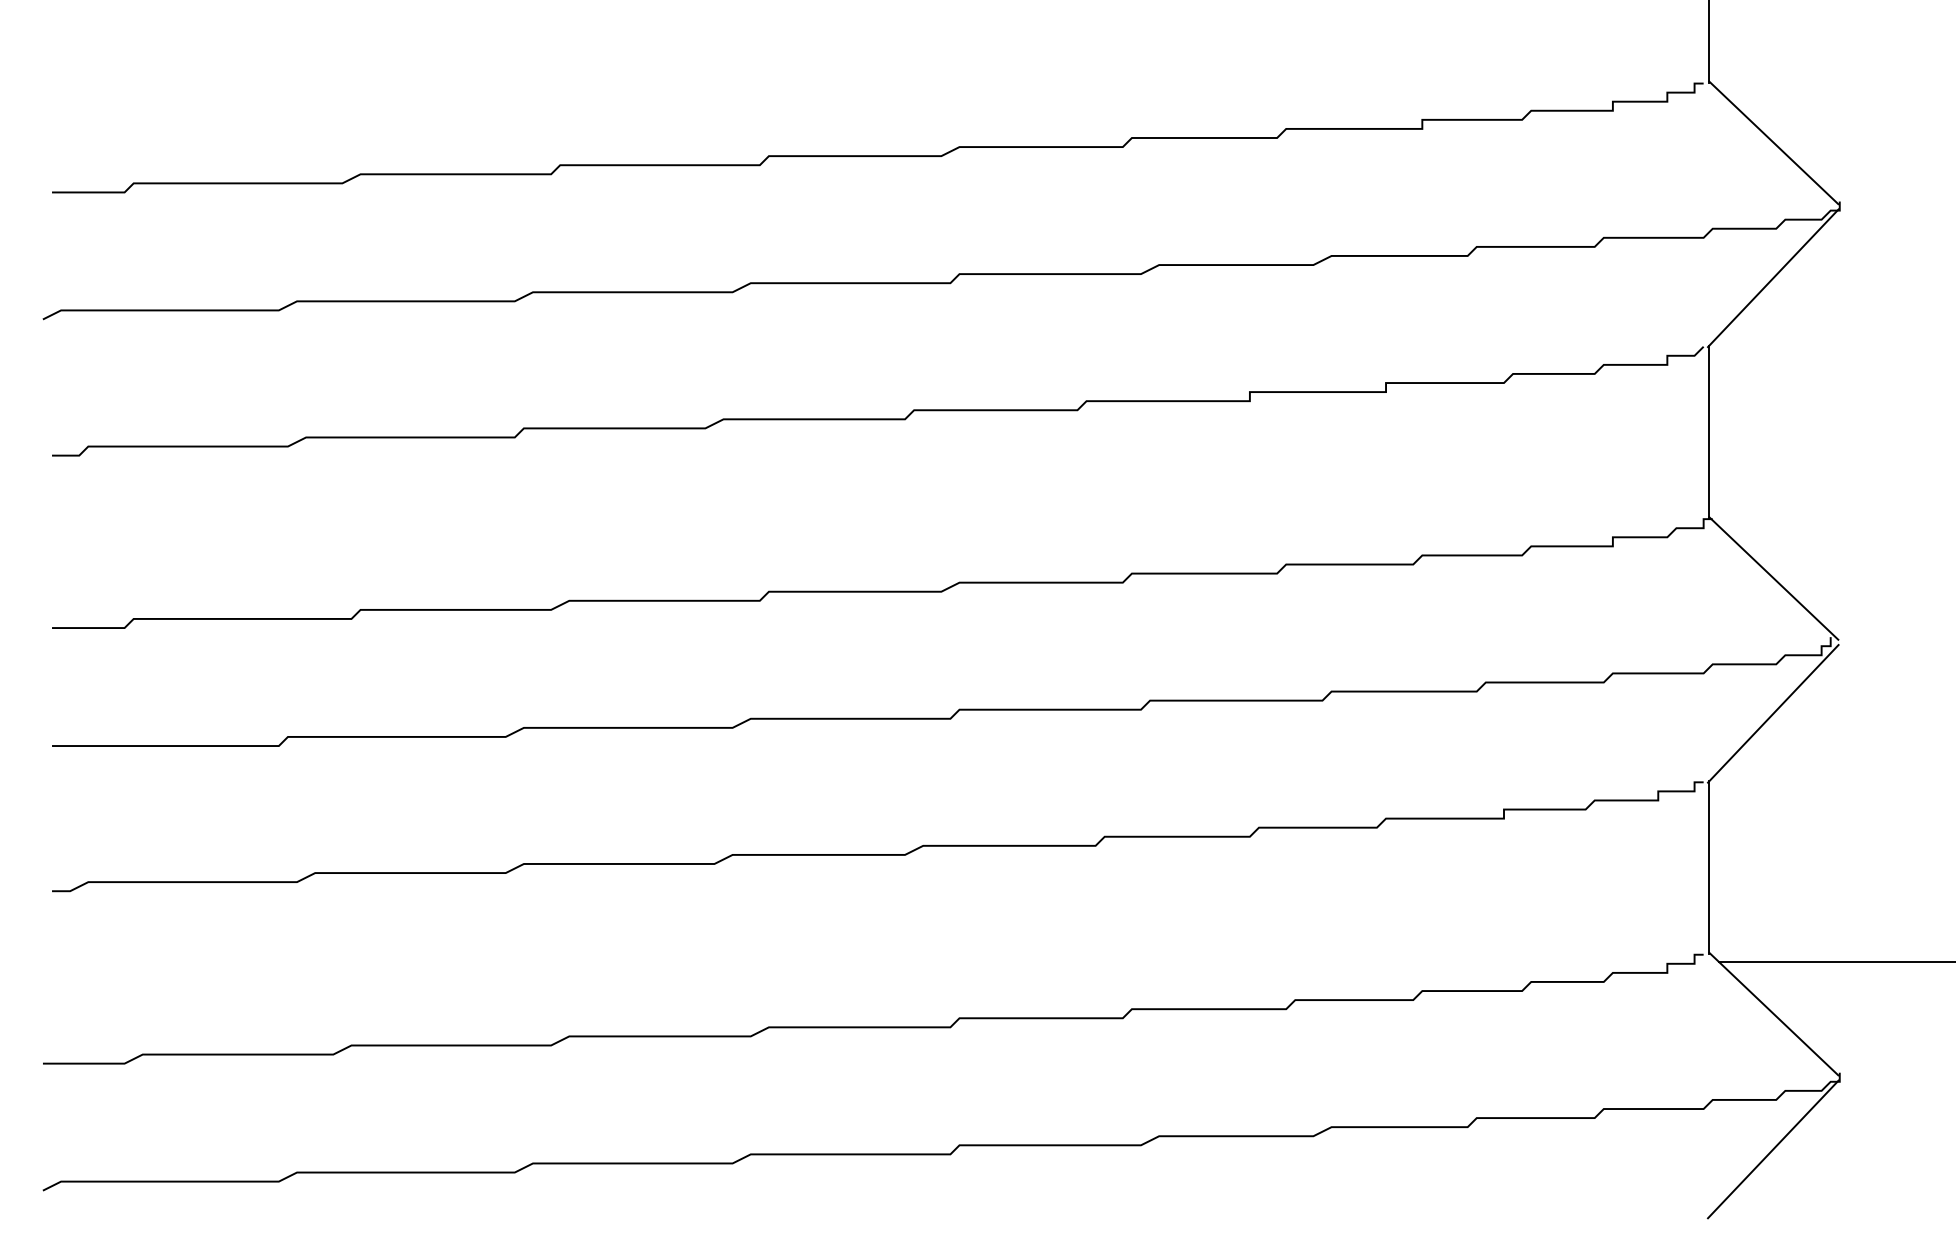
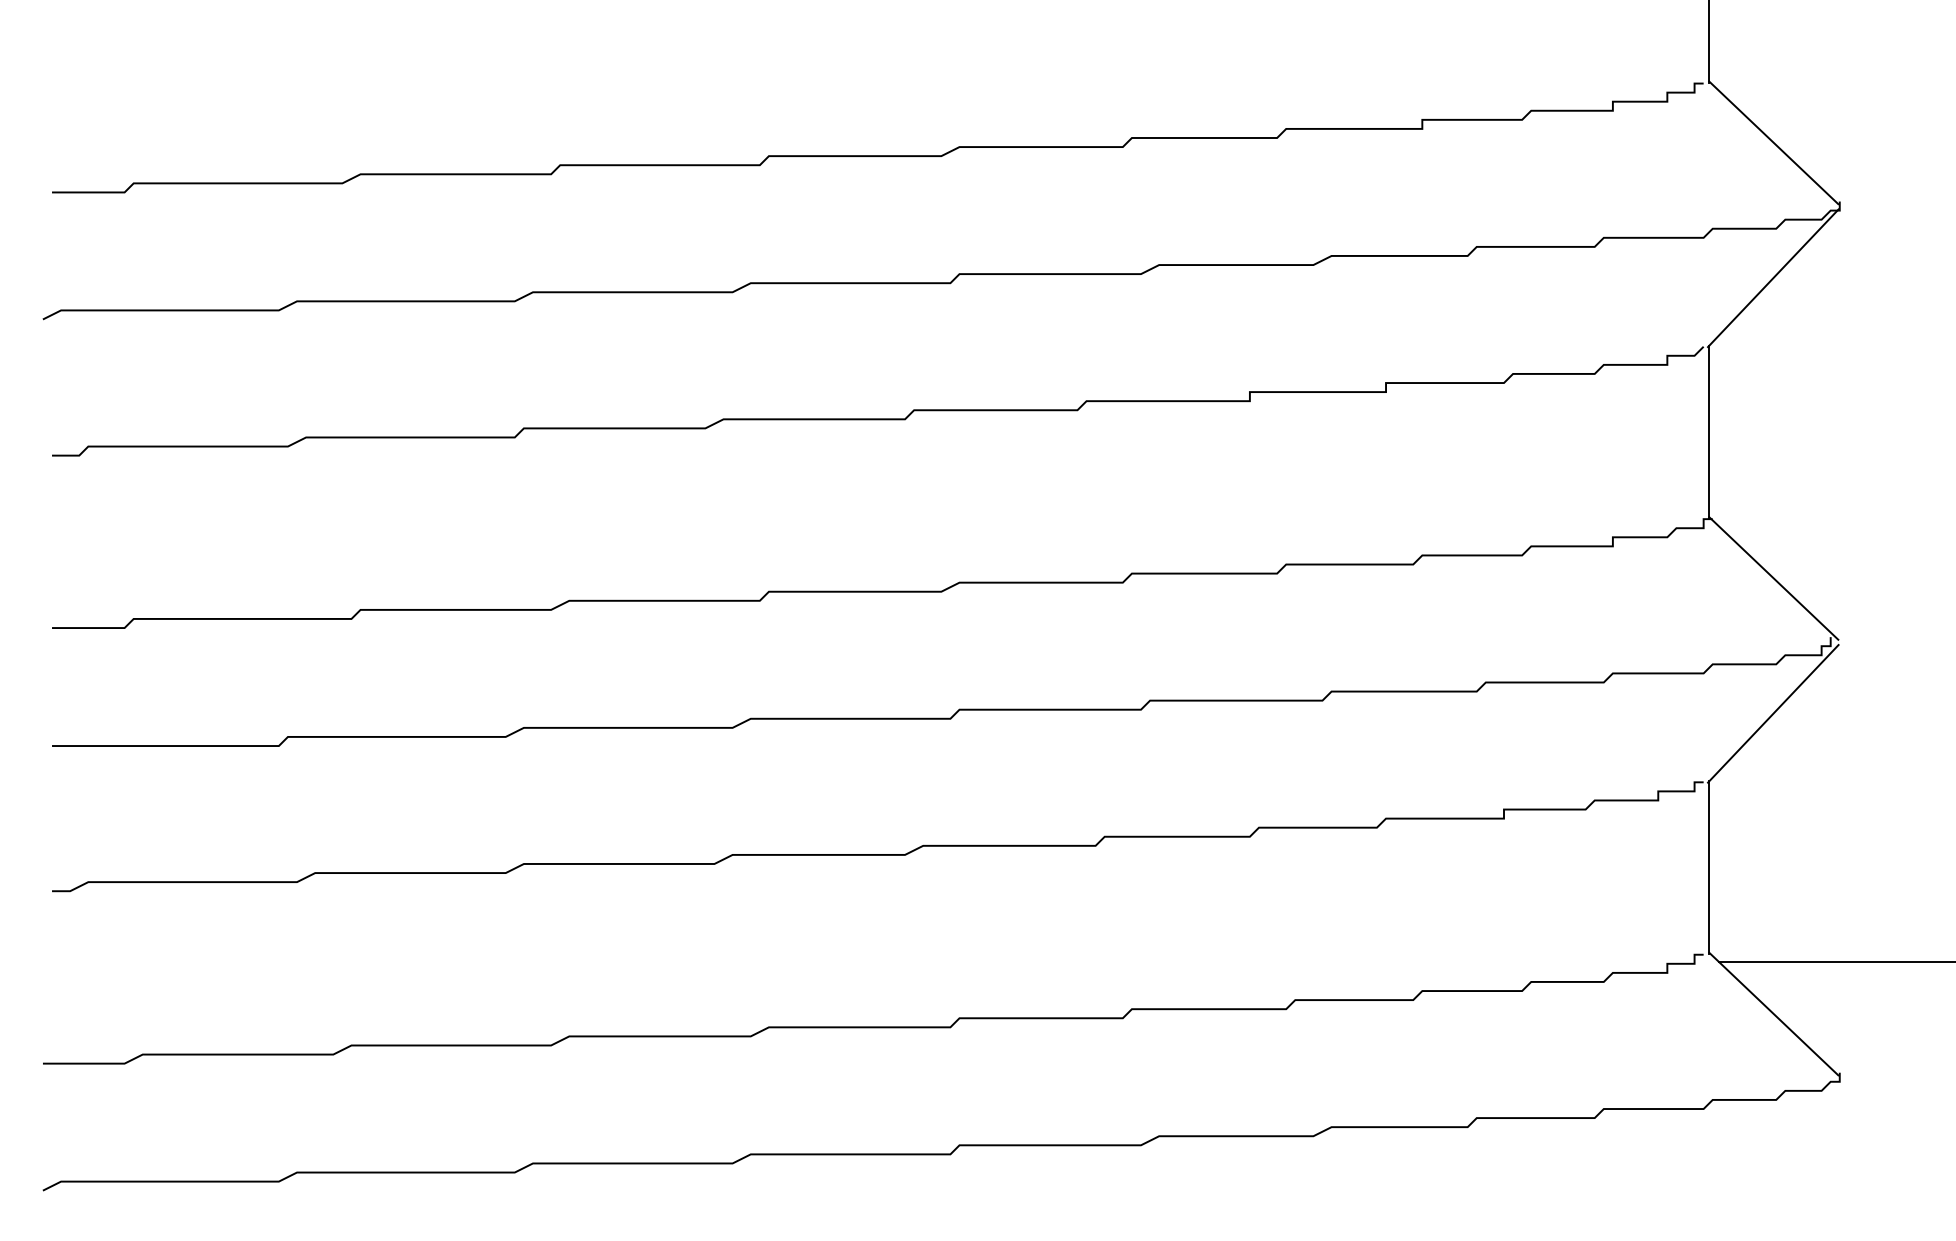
line at (1772, 1149): present -> none
